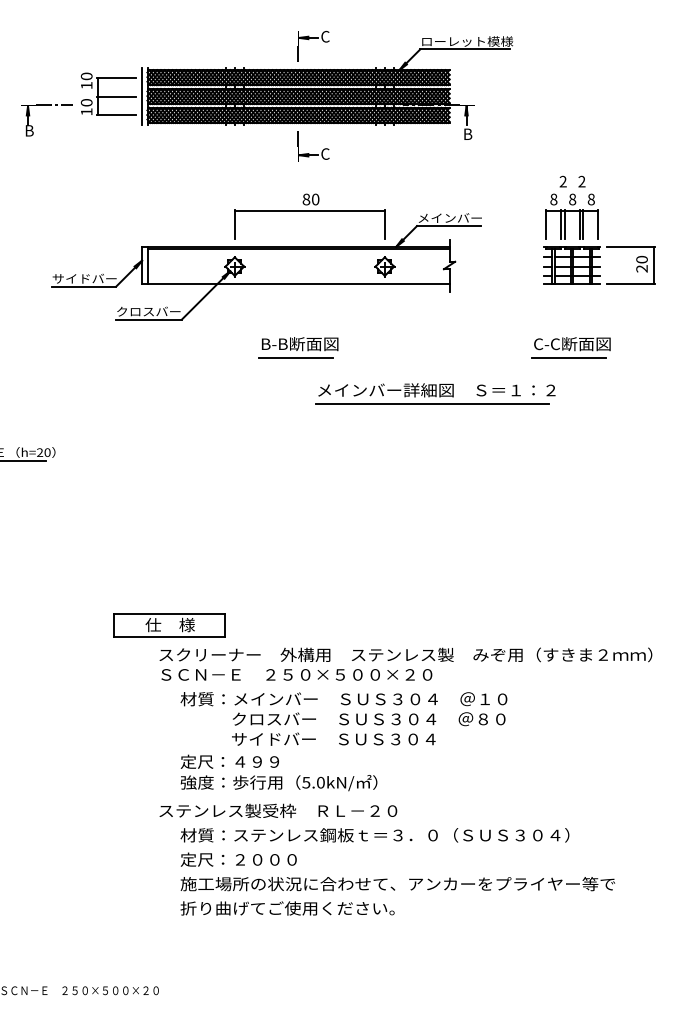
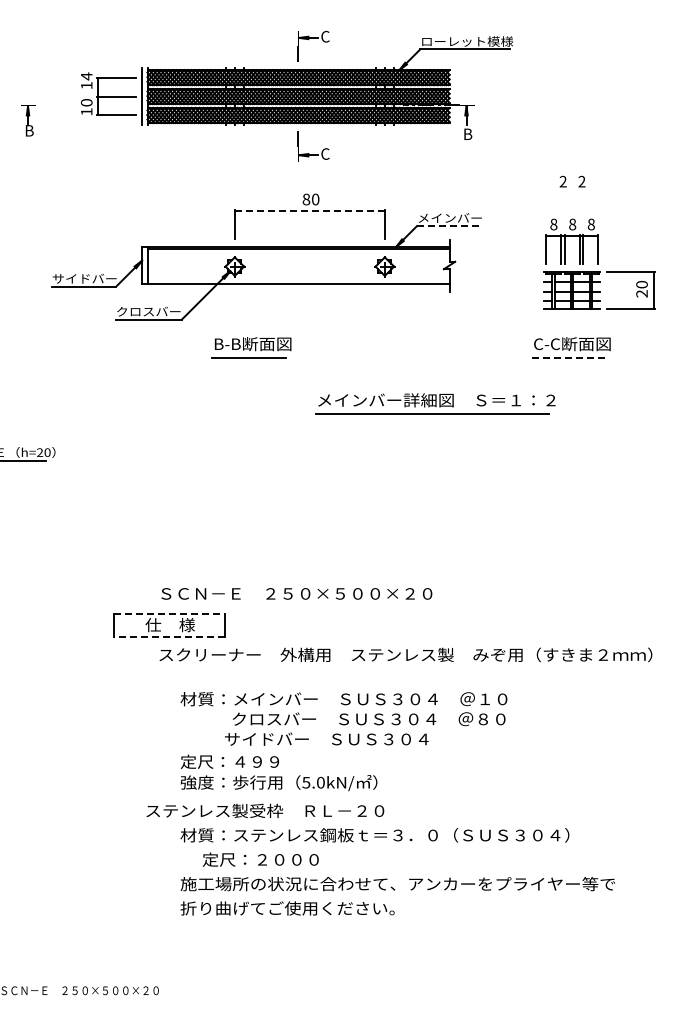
text at (86, 76): 10 -> 14
line at (54, 105): present -> none
line at (310, 211): solid -> dashed
line at (448, 226): solid -> dashed
part at (599, 238) position: (599, 238) -> (599, 263)
part at (298, 347) position: (298, 347) -> (251, 347)
line at (569, 357): solid -> dashed
part at (435, 393) position: (435, 393) -> (435, 403)
line at (169, 613): solid -> dashed
line at (169, 637): solid -> dashed
text at (296, 674) position: (296, 674) -> (296, 593)
text at (333, 738) position: (333, 738) -> (326, 738)
text at (278, 810) position: (278, 810) -> (265, 810)
text at (238, 859) position: (238, 859) -> (260, 859)
